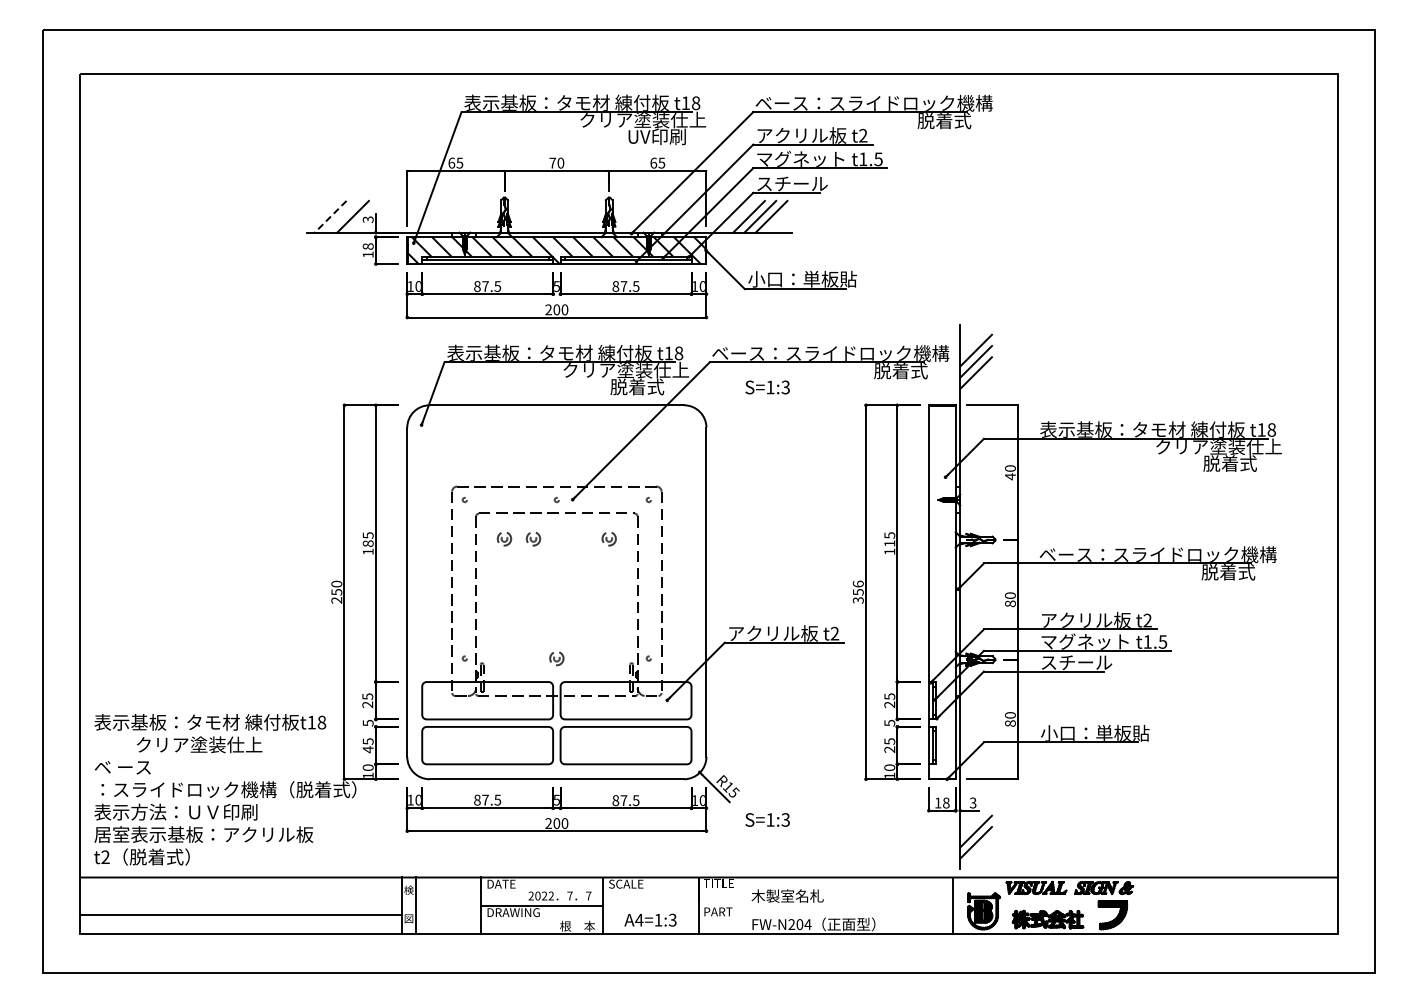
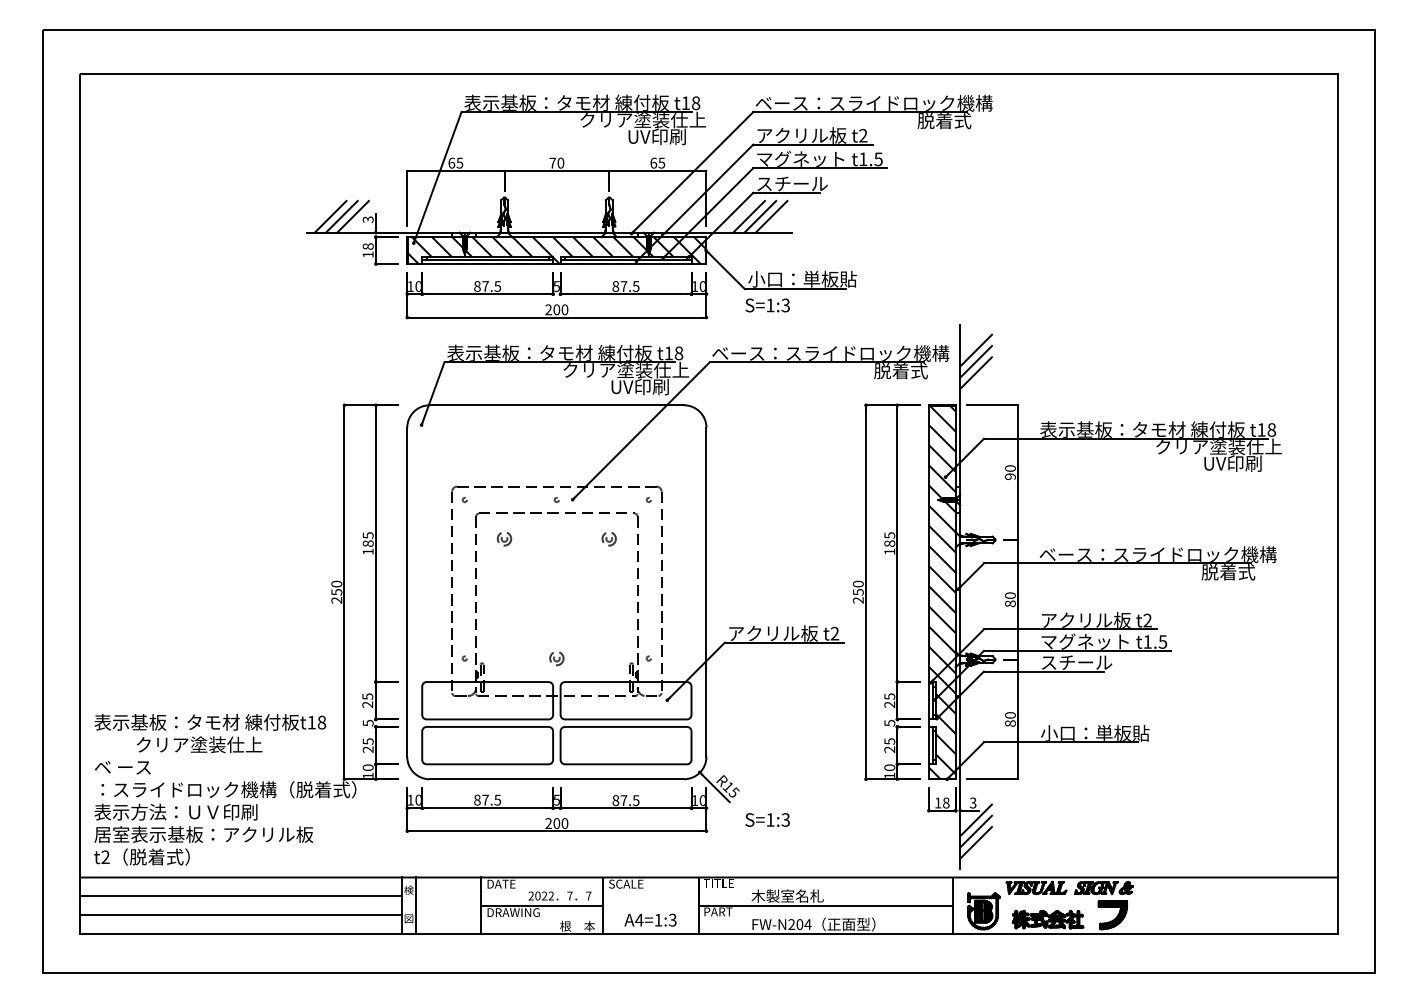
line at (341, 216): none -> present
line at (330, 217): dashed -> solid
text at (639, 386): 脱着式 -> UV印刷
text at (767, 387) position: (767, 387) -> (767, 305)
text at (1232, 463): 脱着式 -> UV印刷
text at (1010, 476): 40 -> 90
part at (533, 539): present -> none
text at (889, 543): 115 -> 185
text at (857, 591): 356 -> 250
hatch at (941, 592): none -> present
text at (367, 749): 45 -> 25
line at (975, 820): none -> present
line at (241, 896): none -> present
line at (825, 905): none -> present
